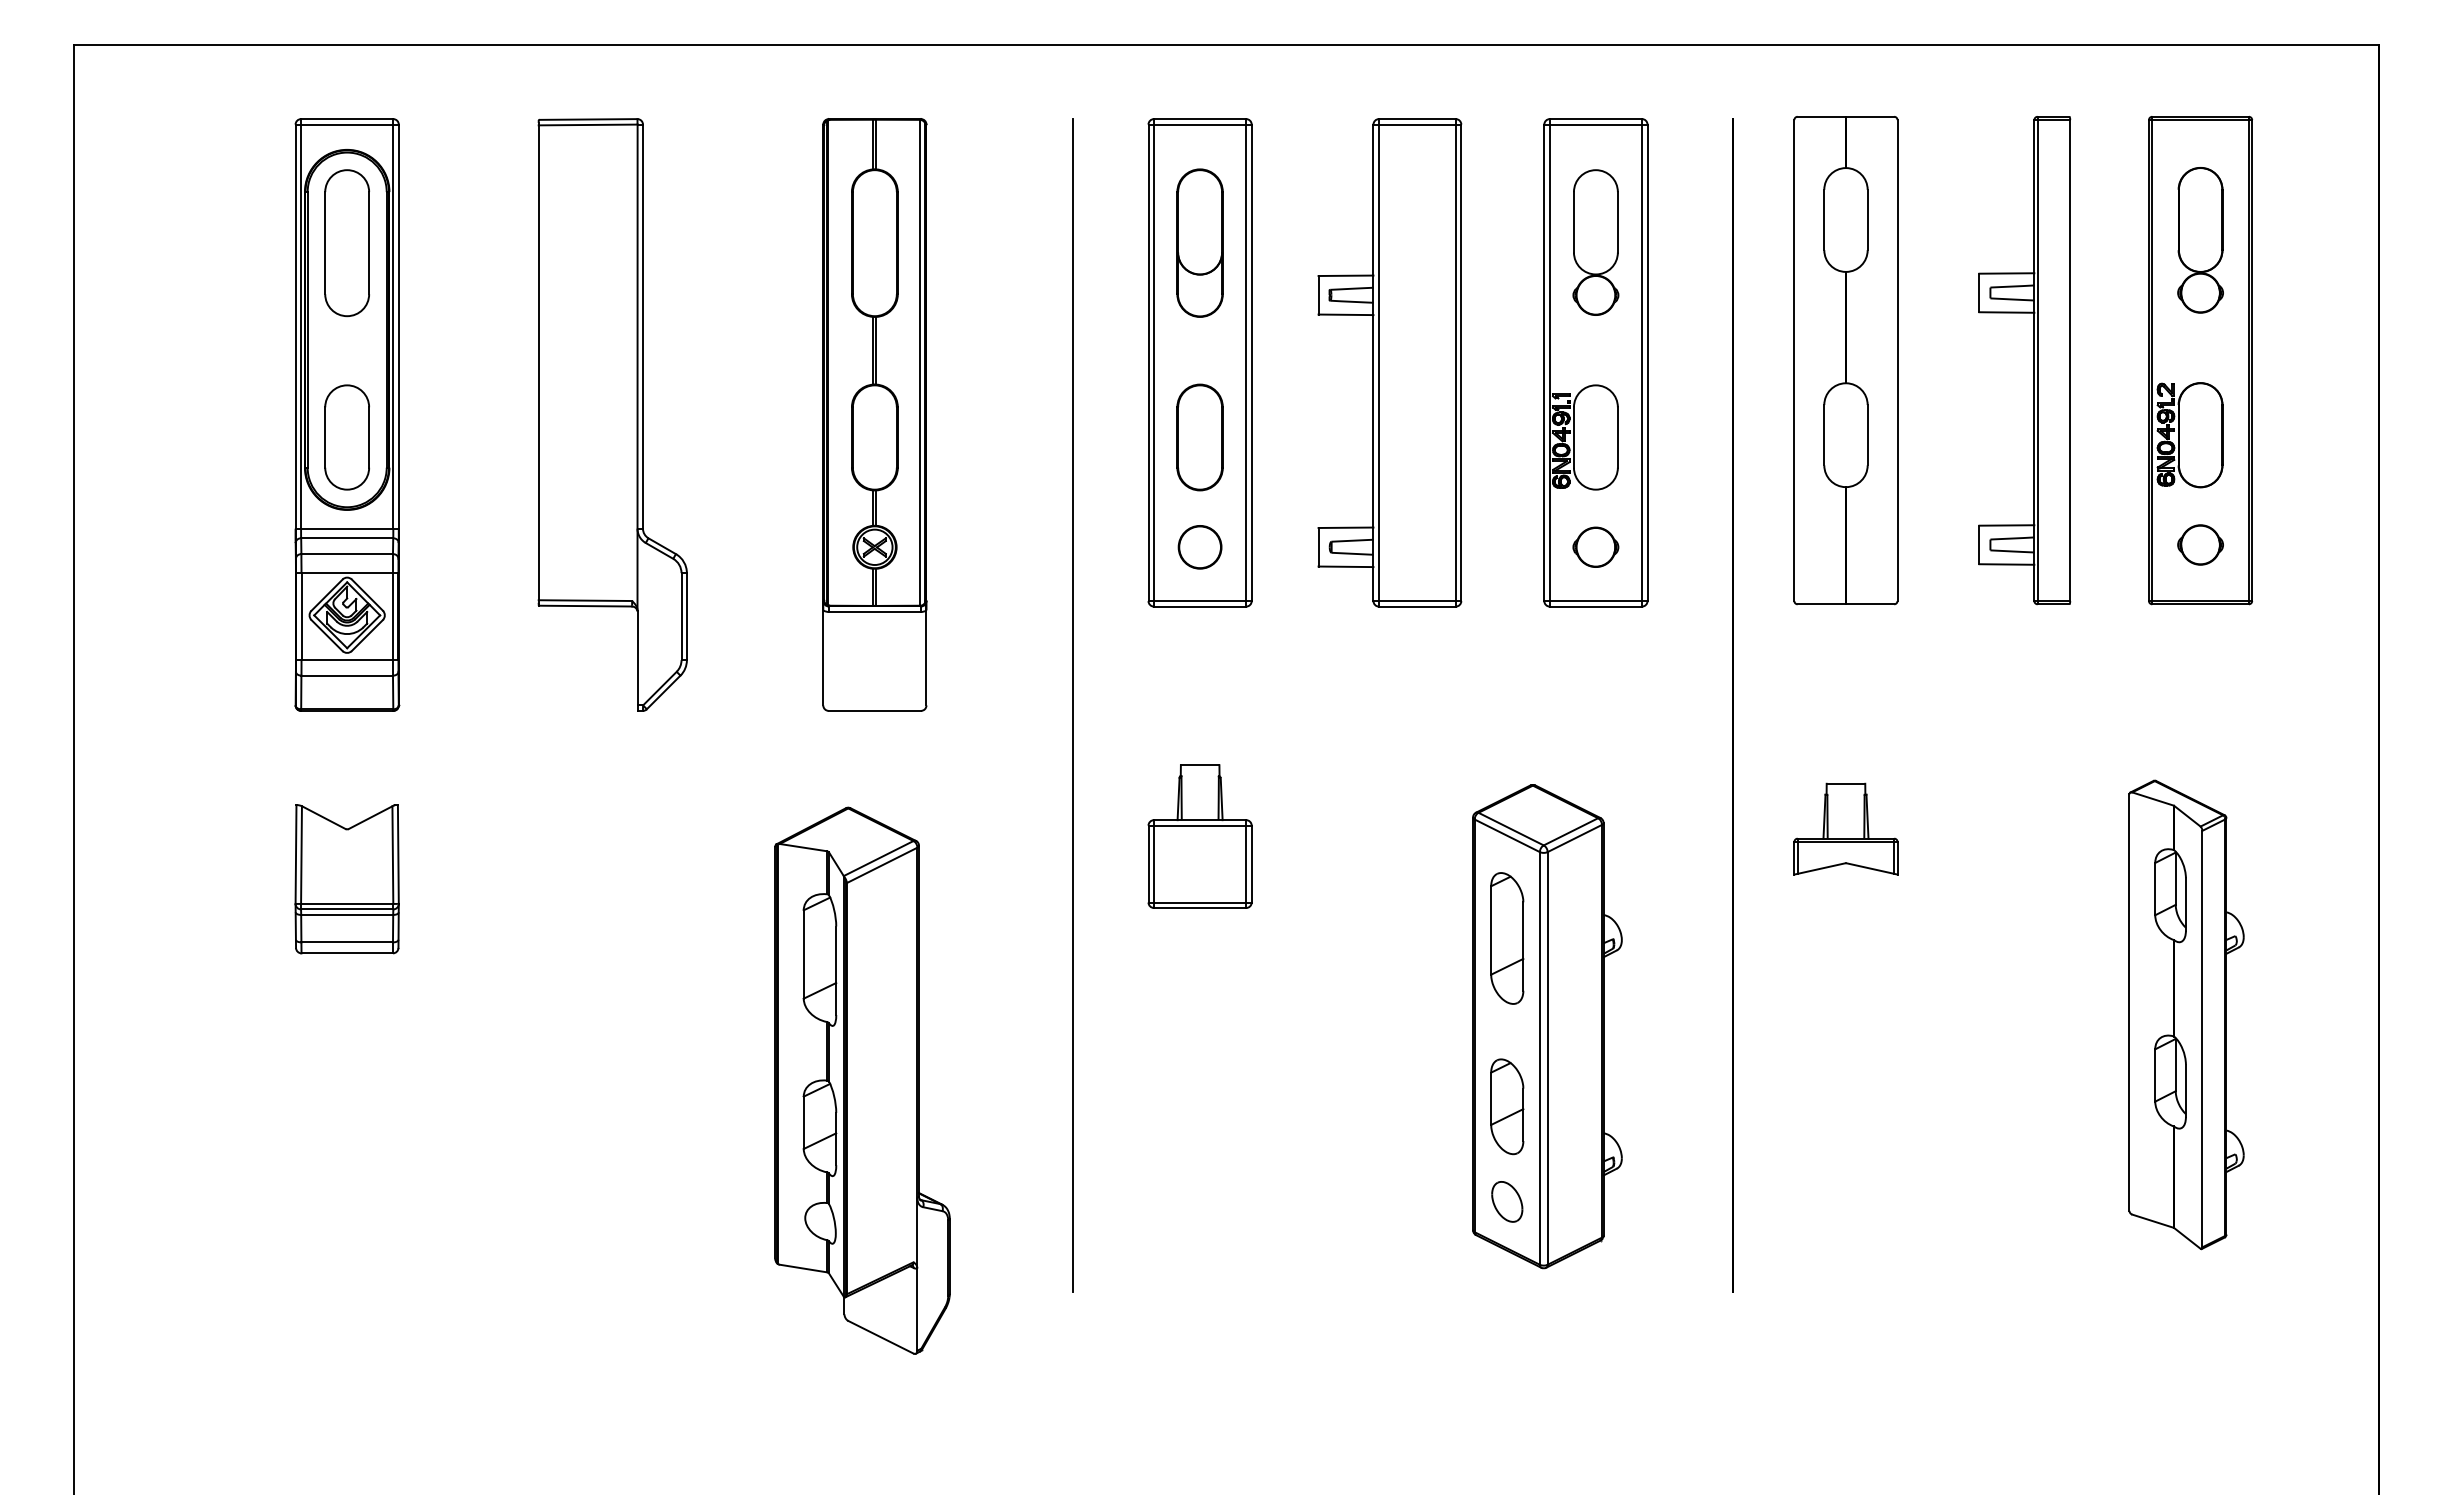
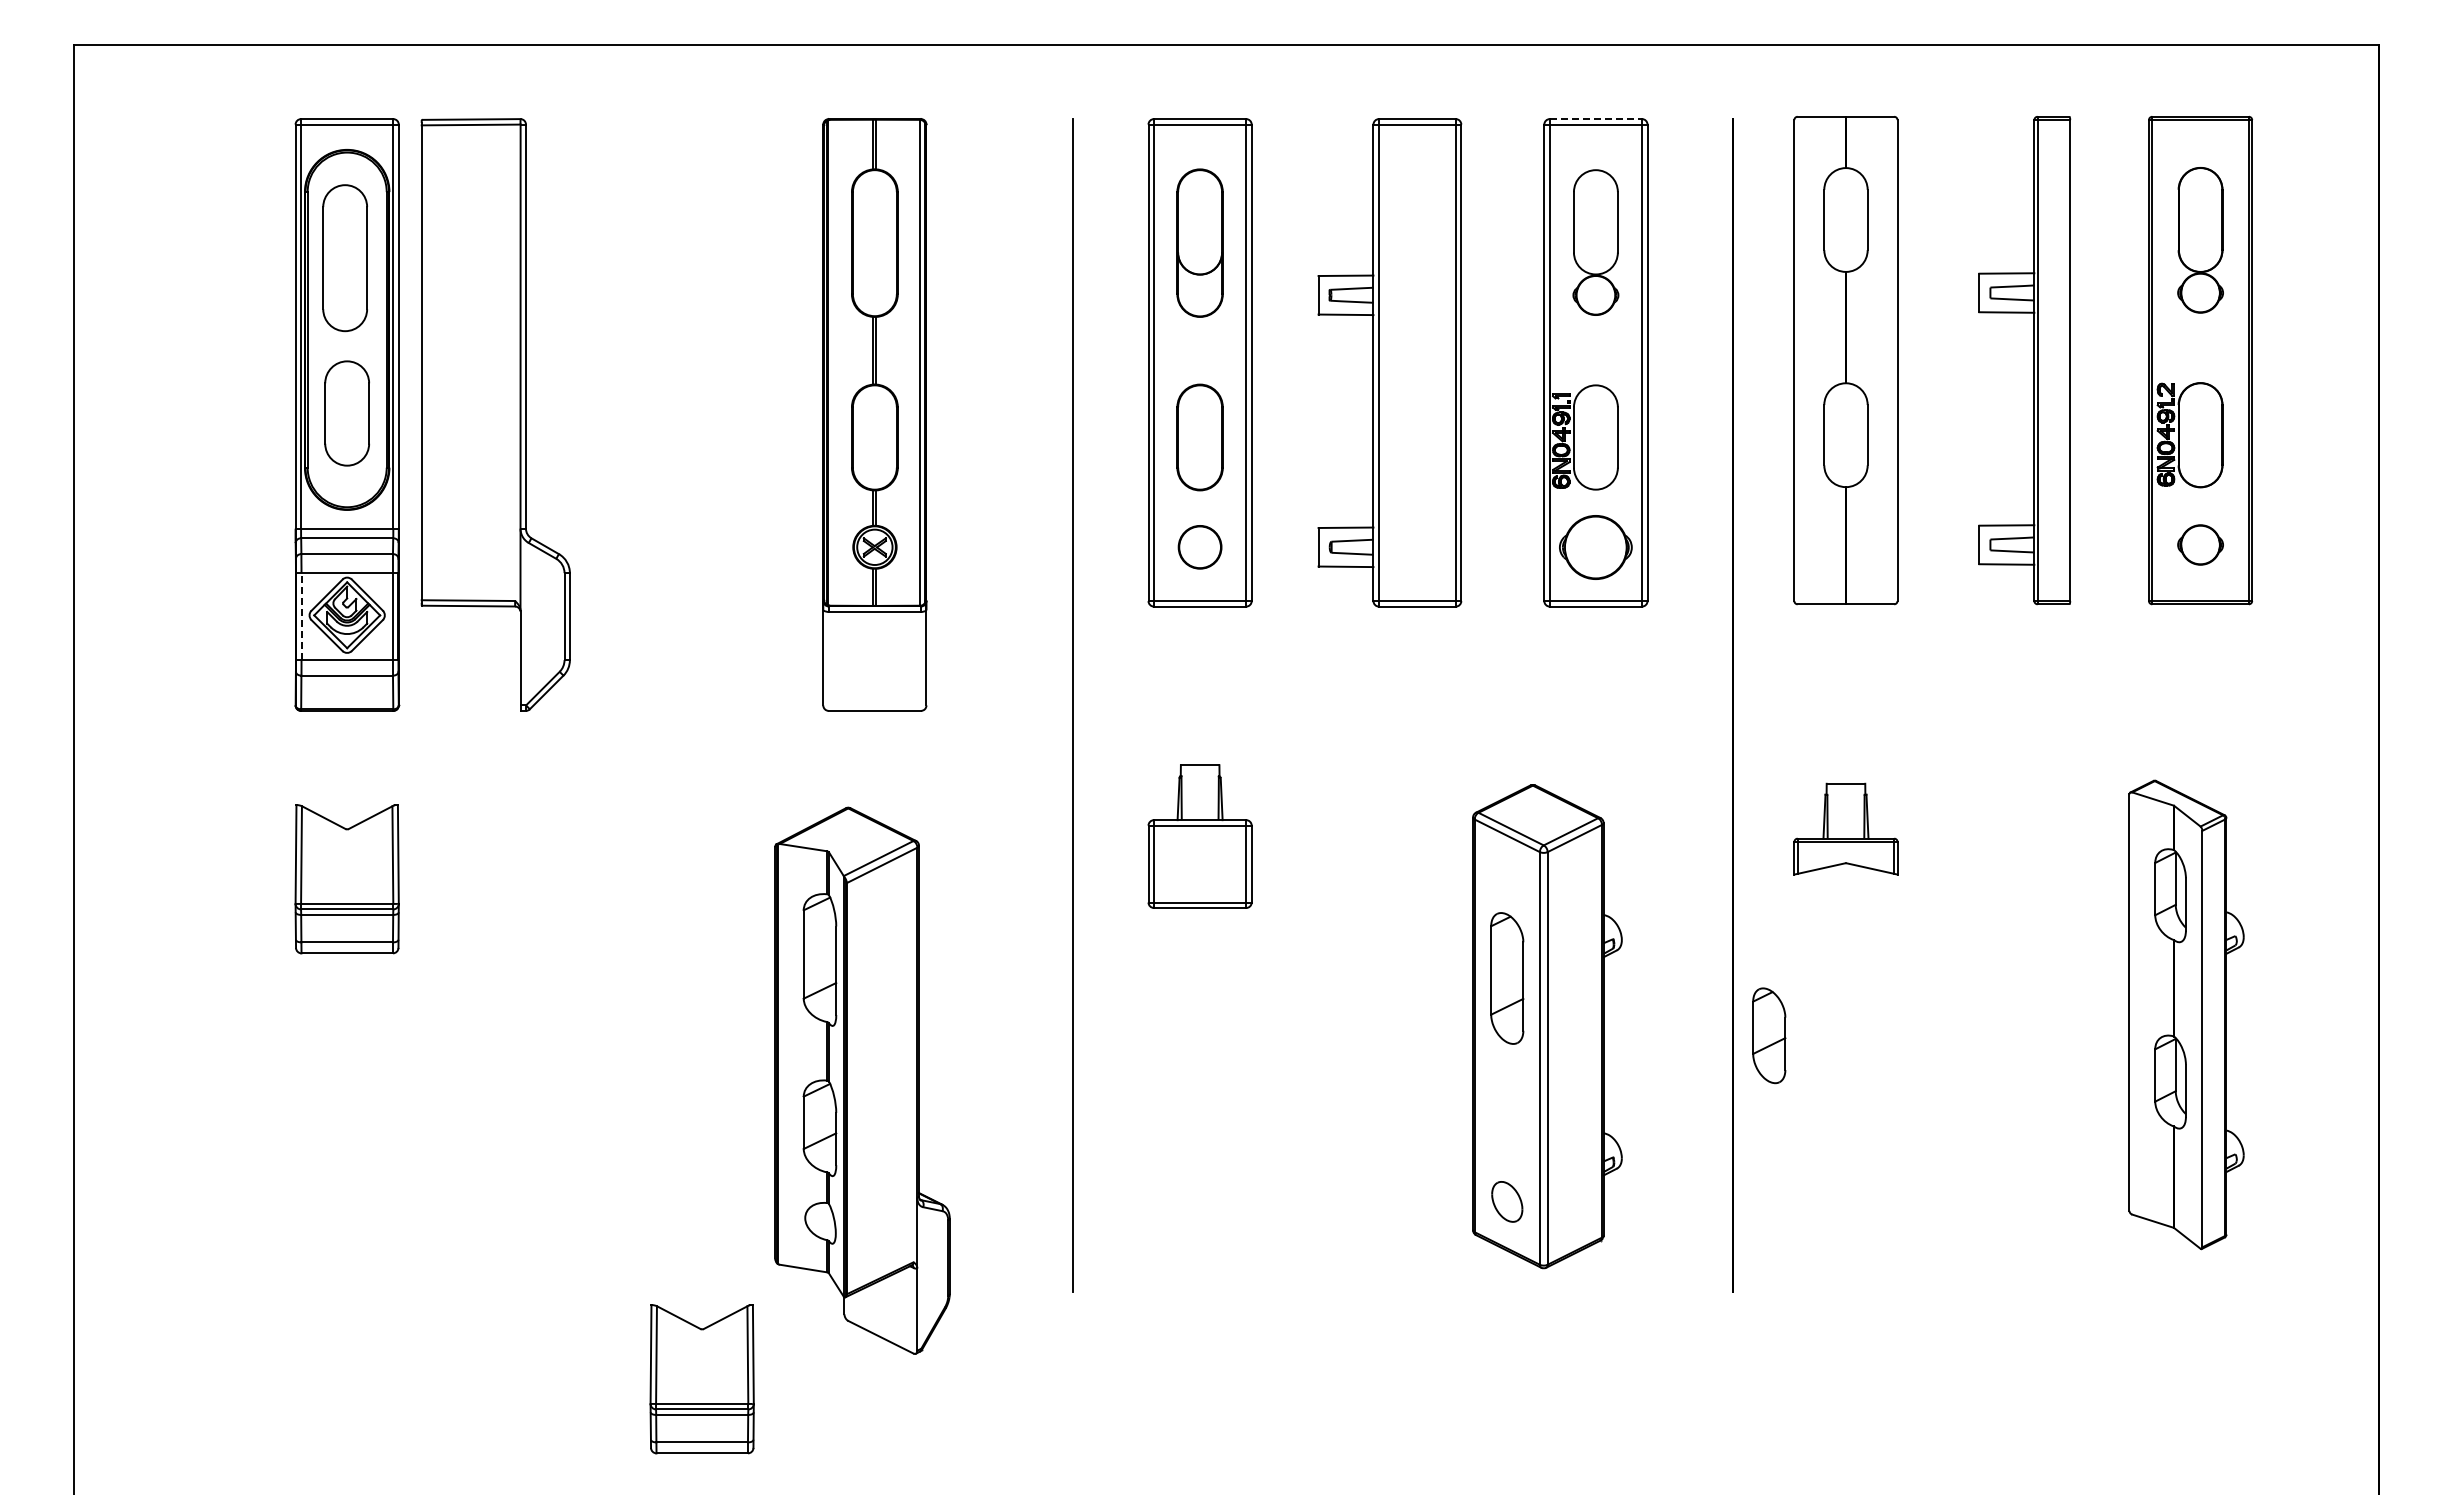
line at (1596, 119): solid -> dashed
part at (346, 243) position: (346, 243) -> (344, 258)
part at (612, 414) position: (612, 414) -> (495, 414)
part at (346, 437) position: (346, 437) -> (346, 413)
part at (1595, 546) size: 48x42 px -> 74x65 px
line at (301, 616): solid -> dashed
part at (1507, 938) position: (1507, 938) -> (1507, 978)
part at (1507, 1106) position: (1507, 1106) -> (1769, 1035)
part at (701, 1379): none -> present
